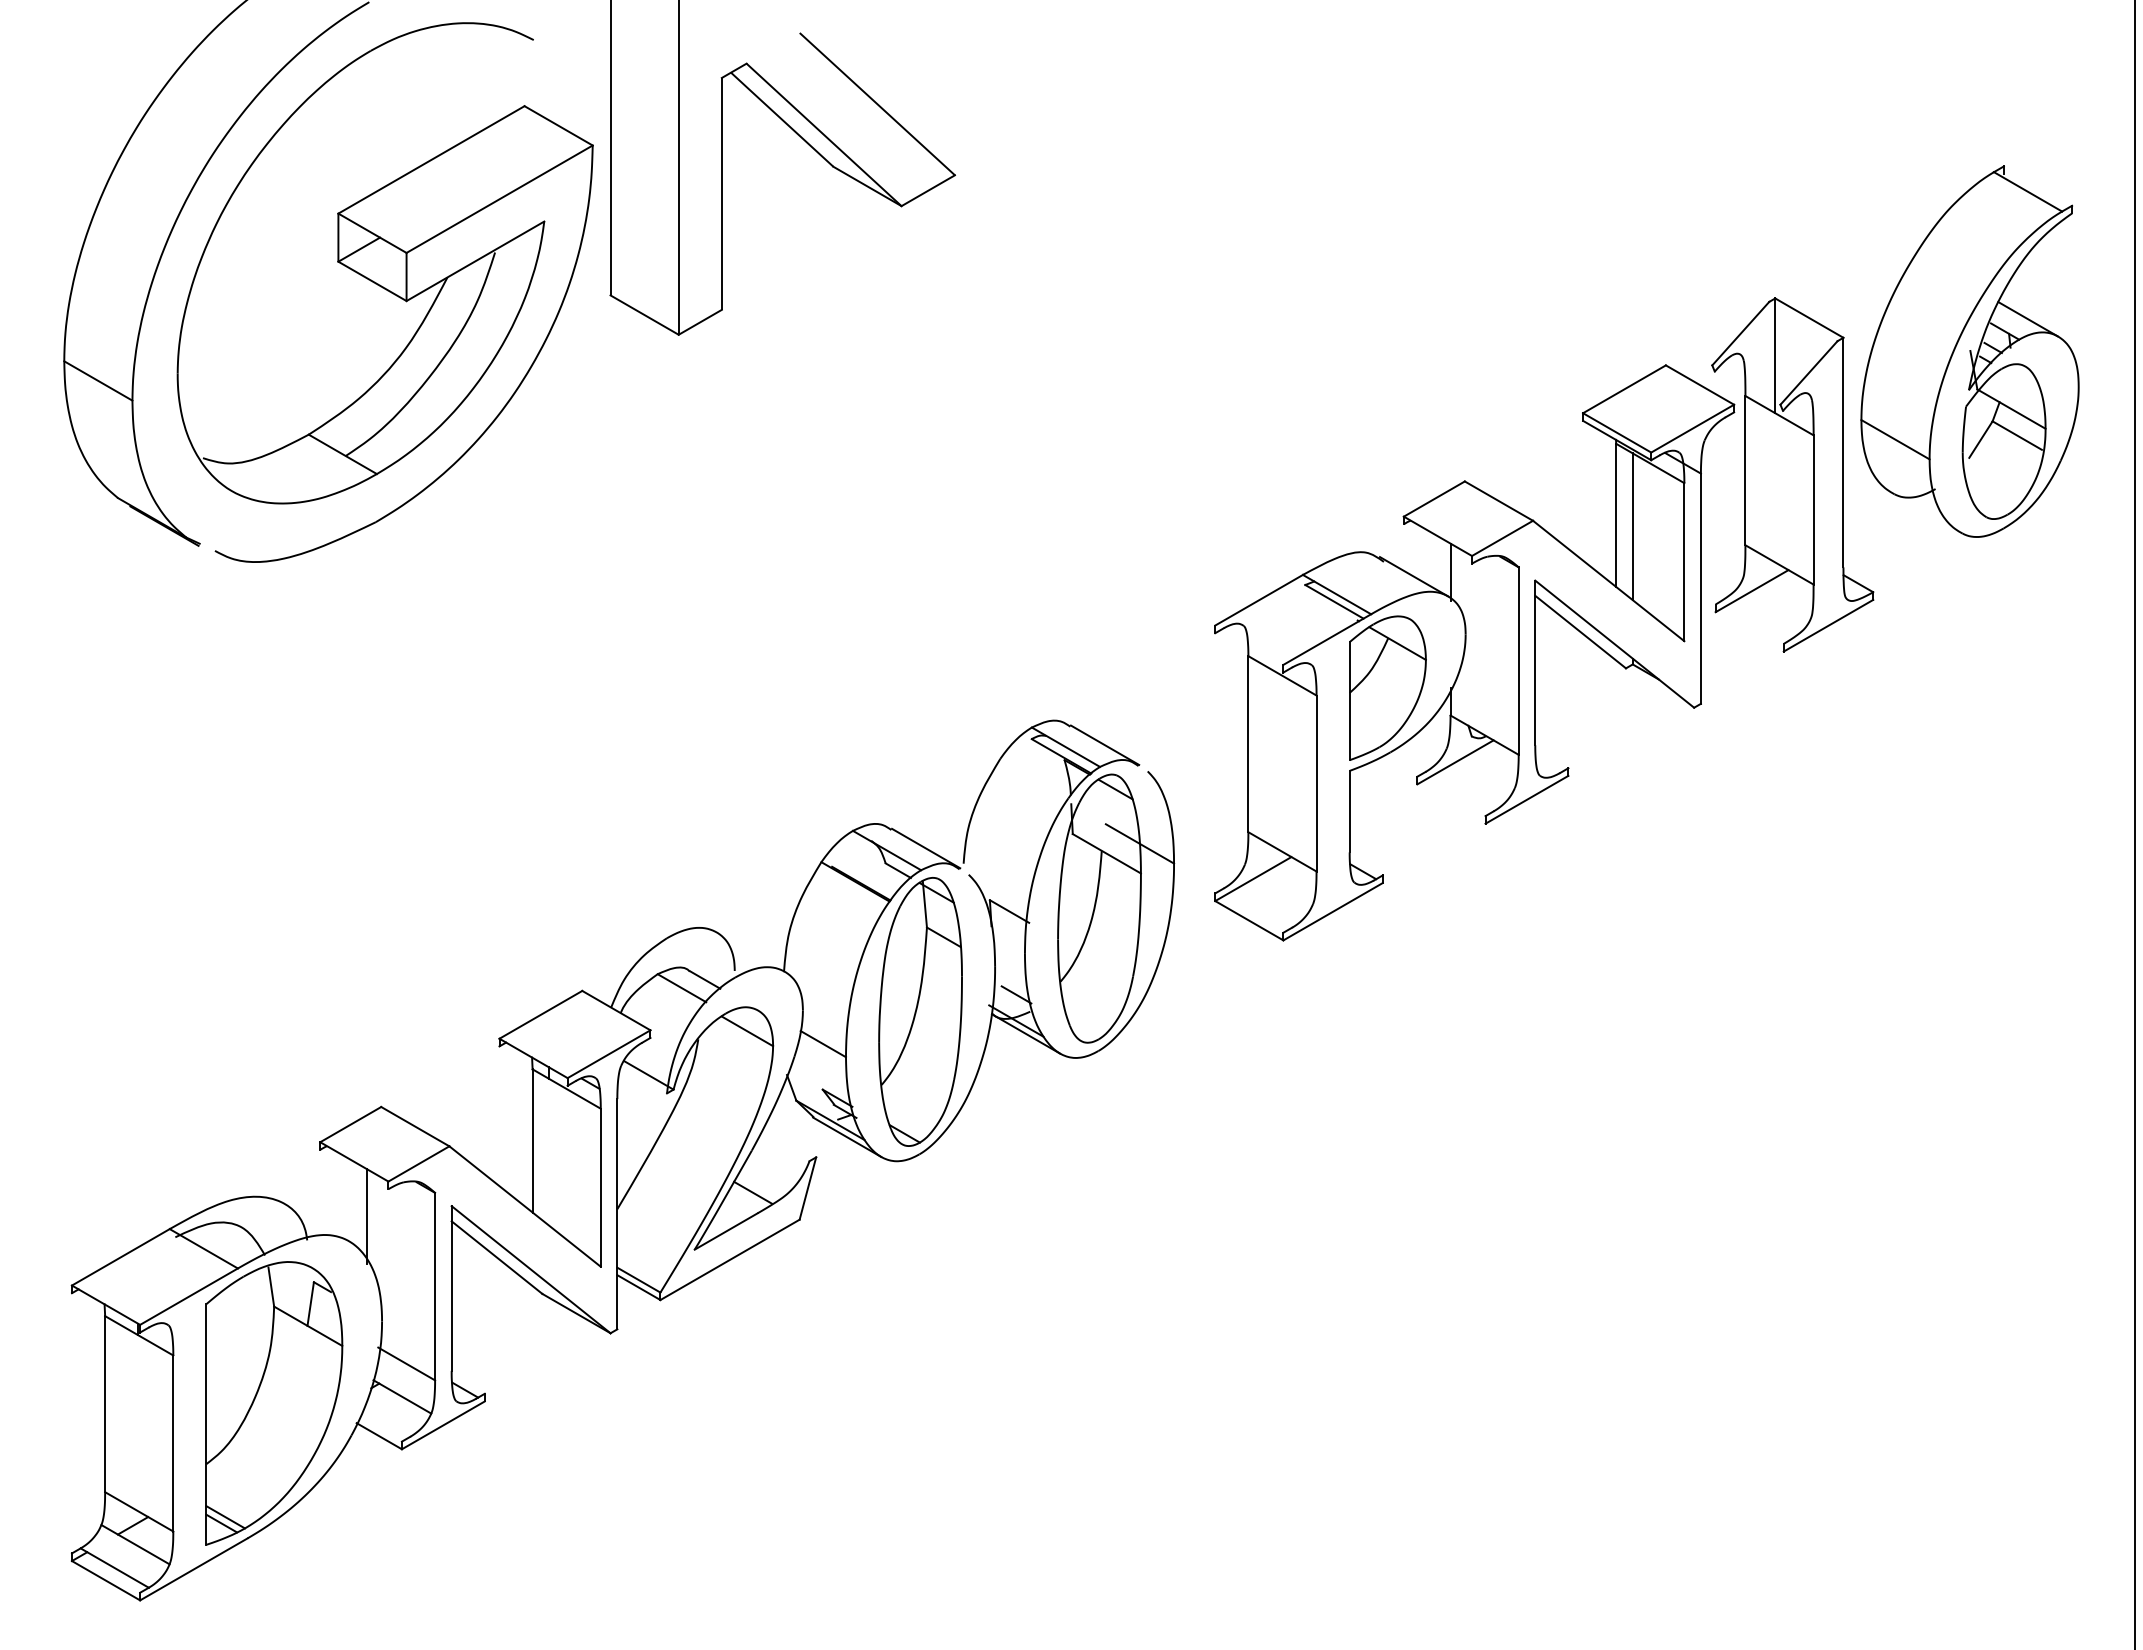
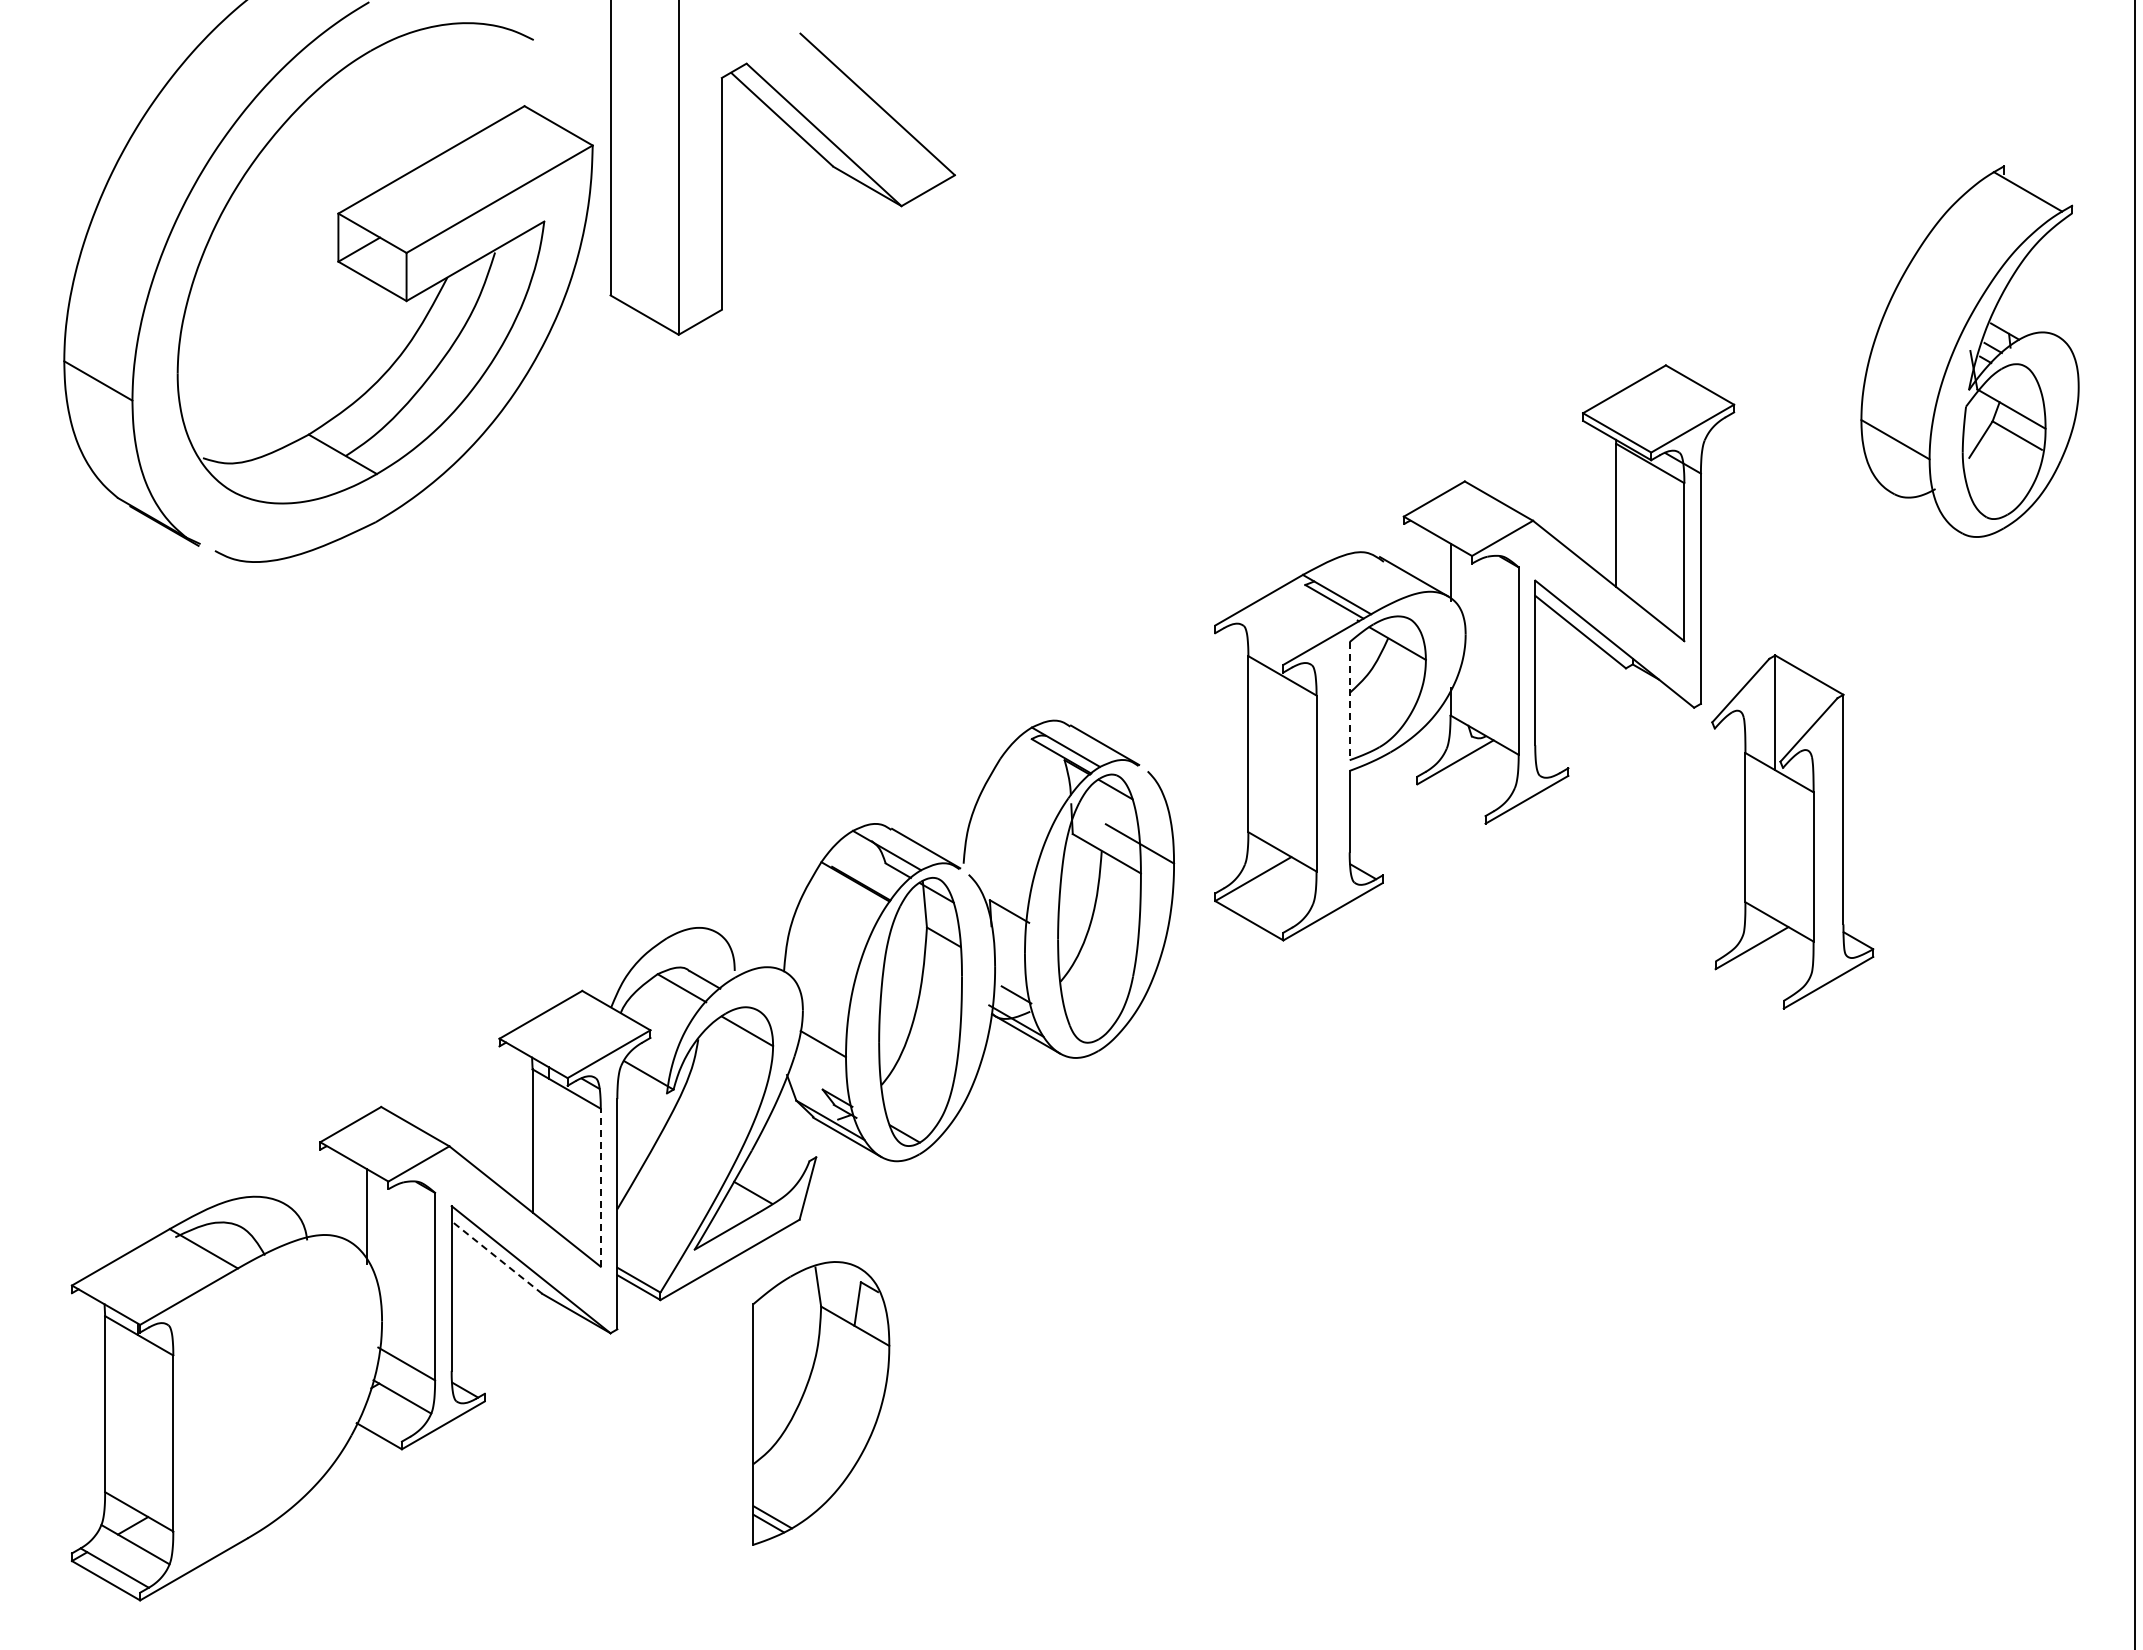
line at (2027, 319): present -> none
part at (1792, 474) position: (1792, 474) -> (1792, 831)
line at (1632, 526): present -> none
line at (1349, 701): solid -> dashed
line at (600, 1187): solid -> dashed
line at (496, 1257): solid -> dashed
part at (274, 1403) position: (274, 1403) -> (821, 1403)
